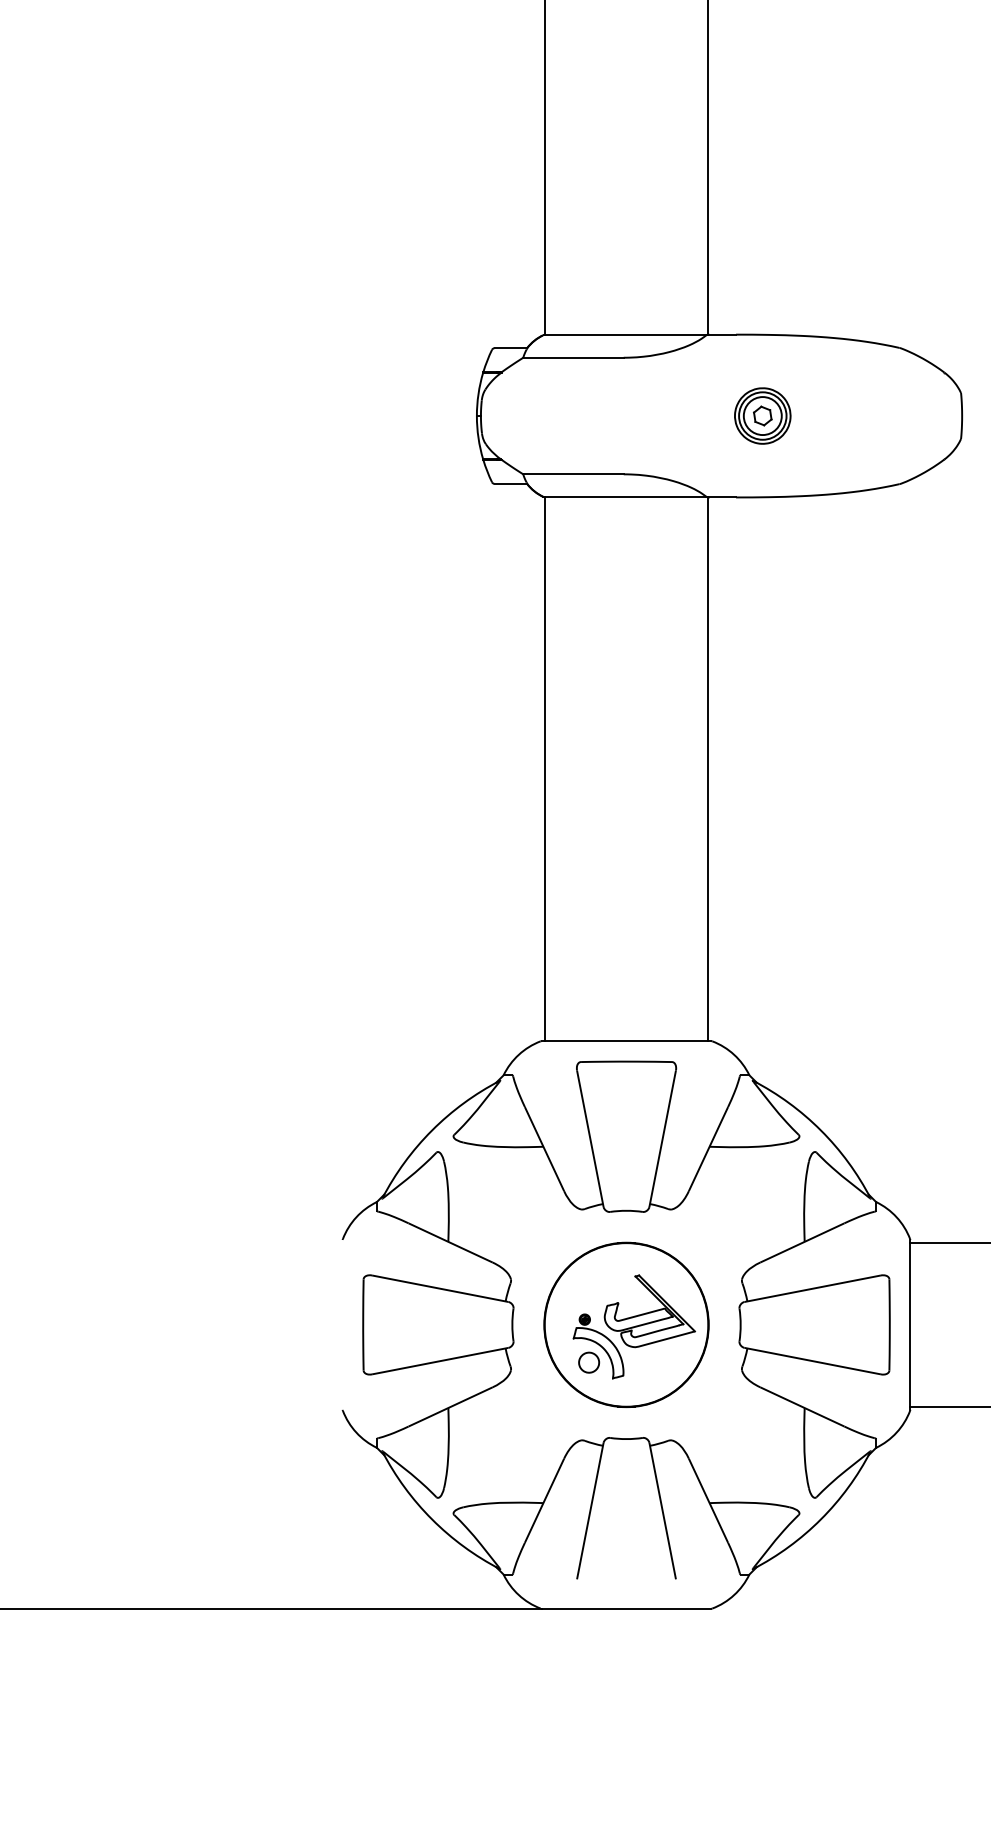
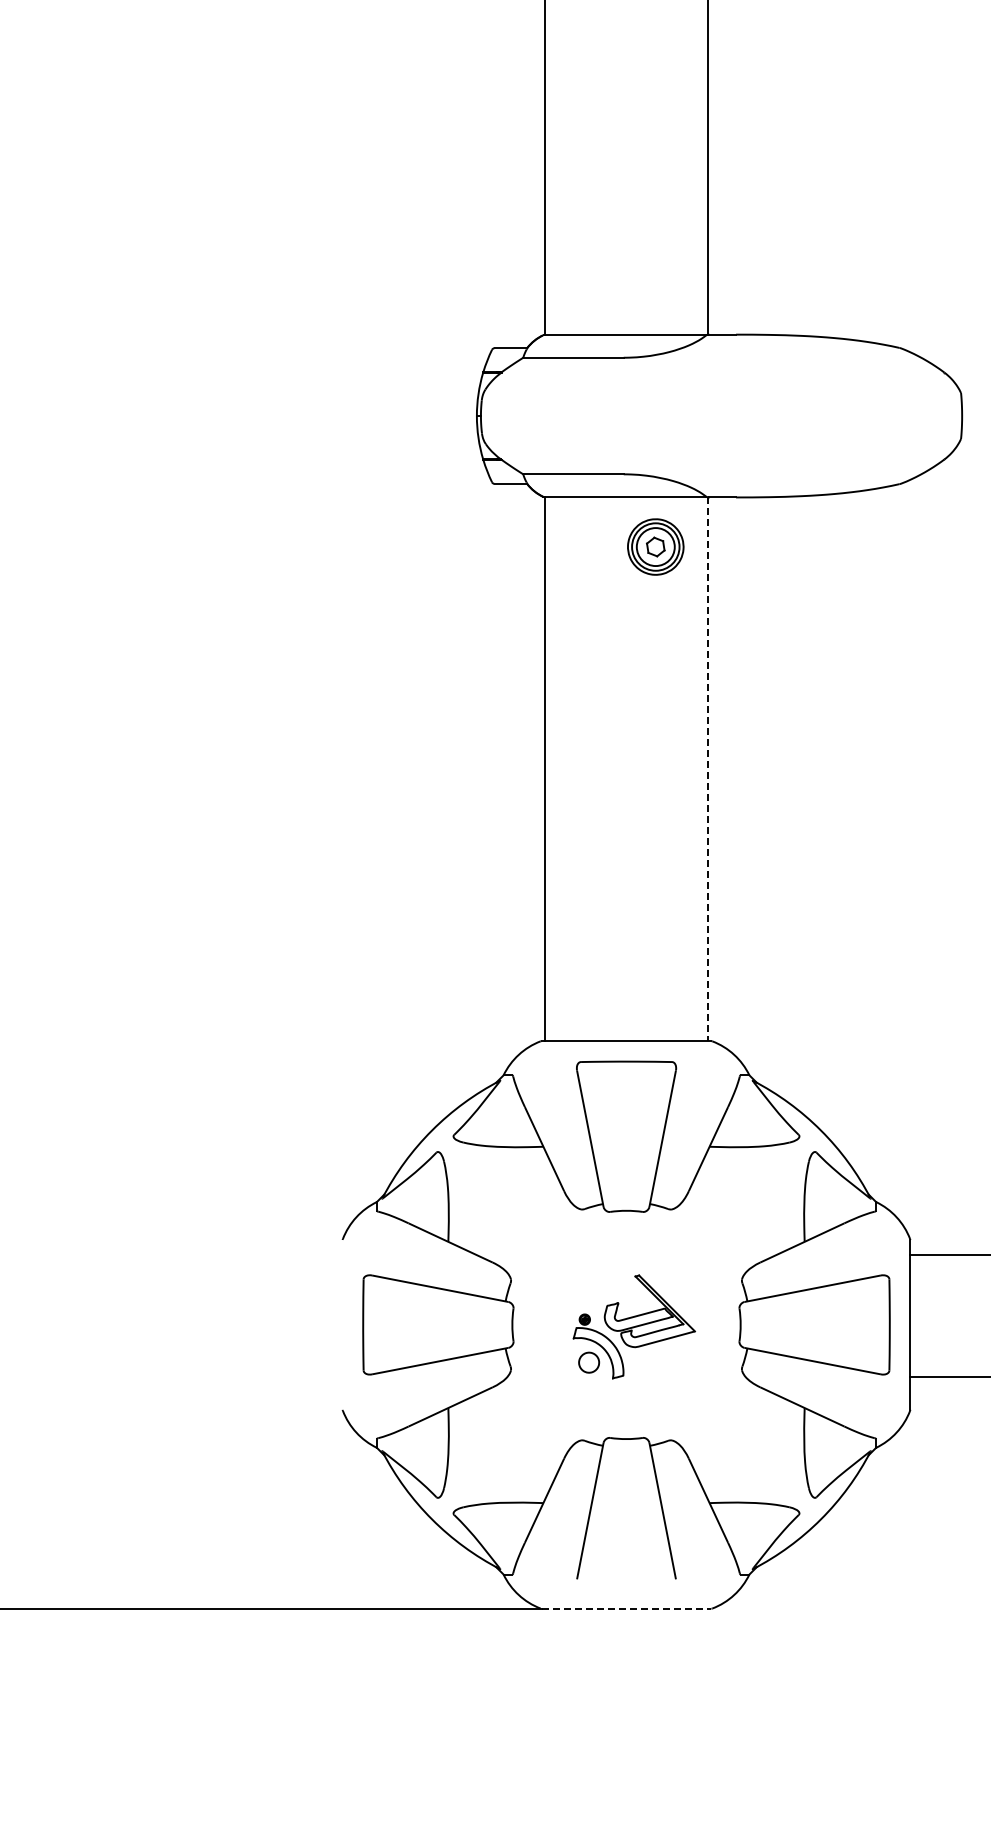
part at (762, 415) position: (762, 415) -> (655, 546)
line at (708, 769): solid -> dashed
line at (948, 1243) position: (948, 1243) -> (948, 1255)
circle at (626, 1324): present -> none
line at (948, 1406) position: (948, 1406) -> (948, 1376)
line at (626, 1608): solid -> dashed
